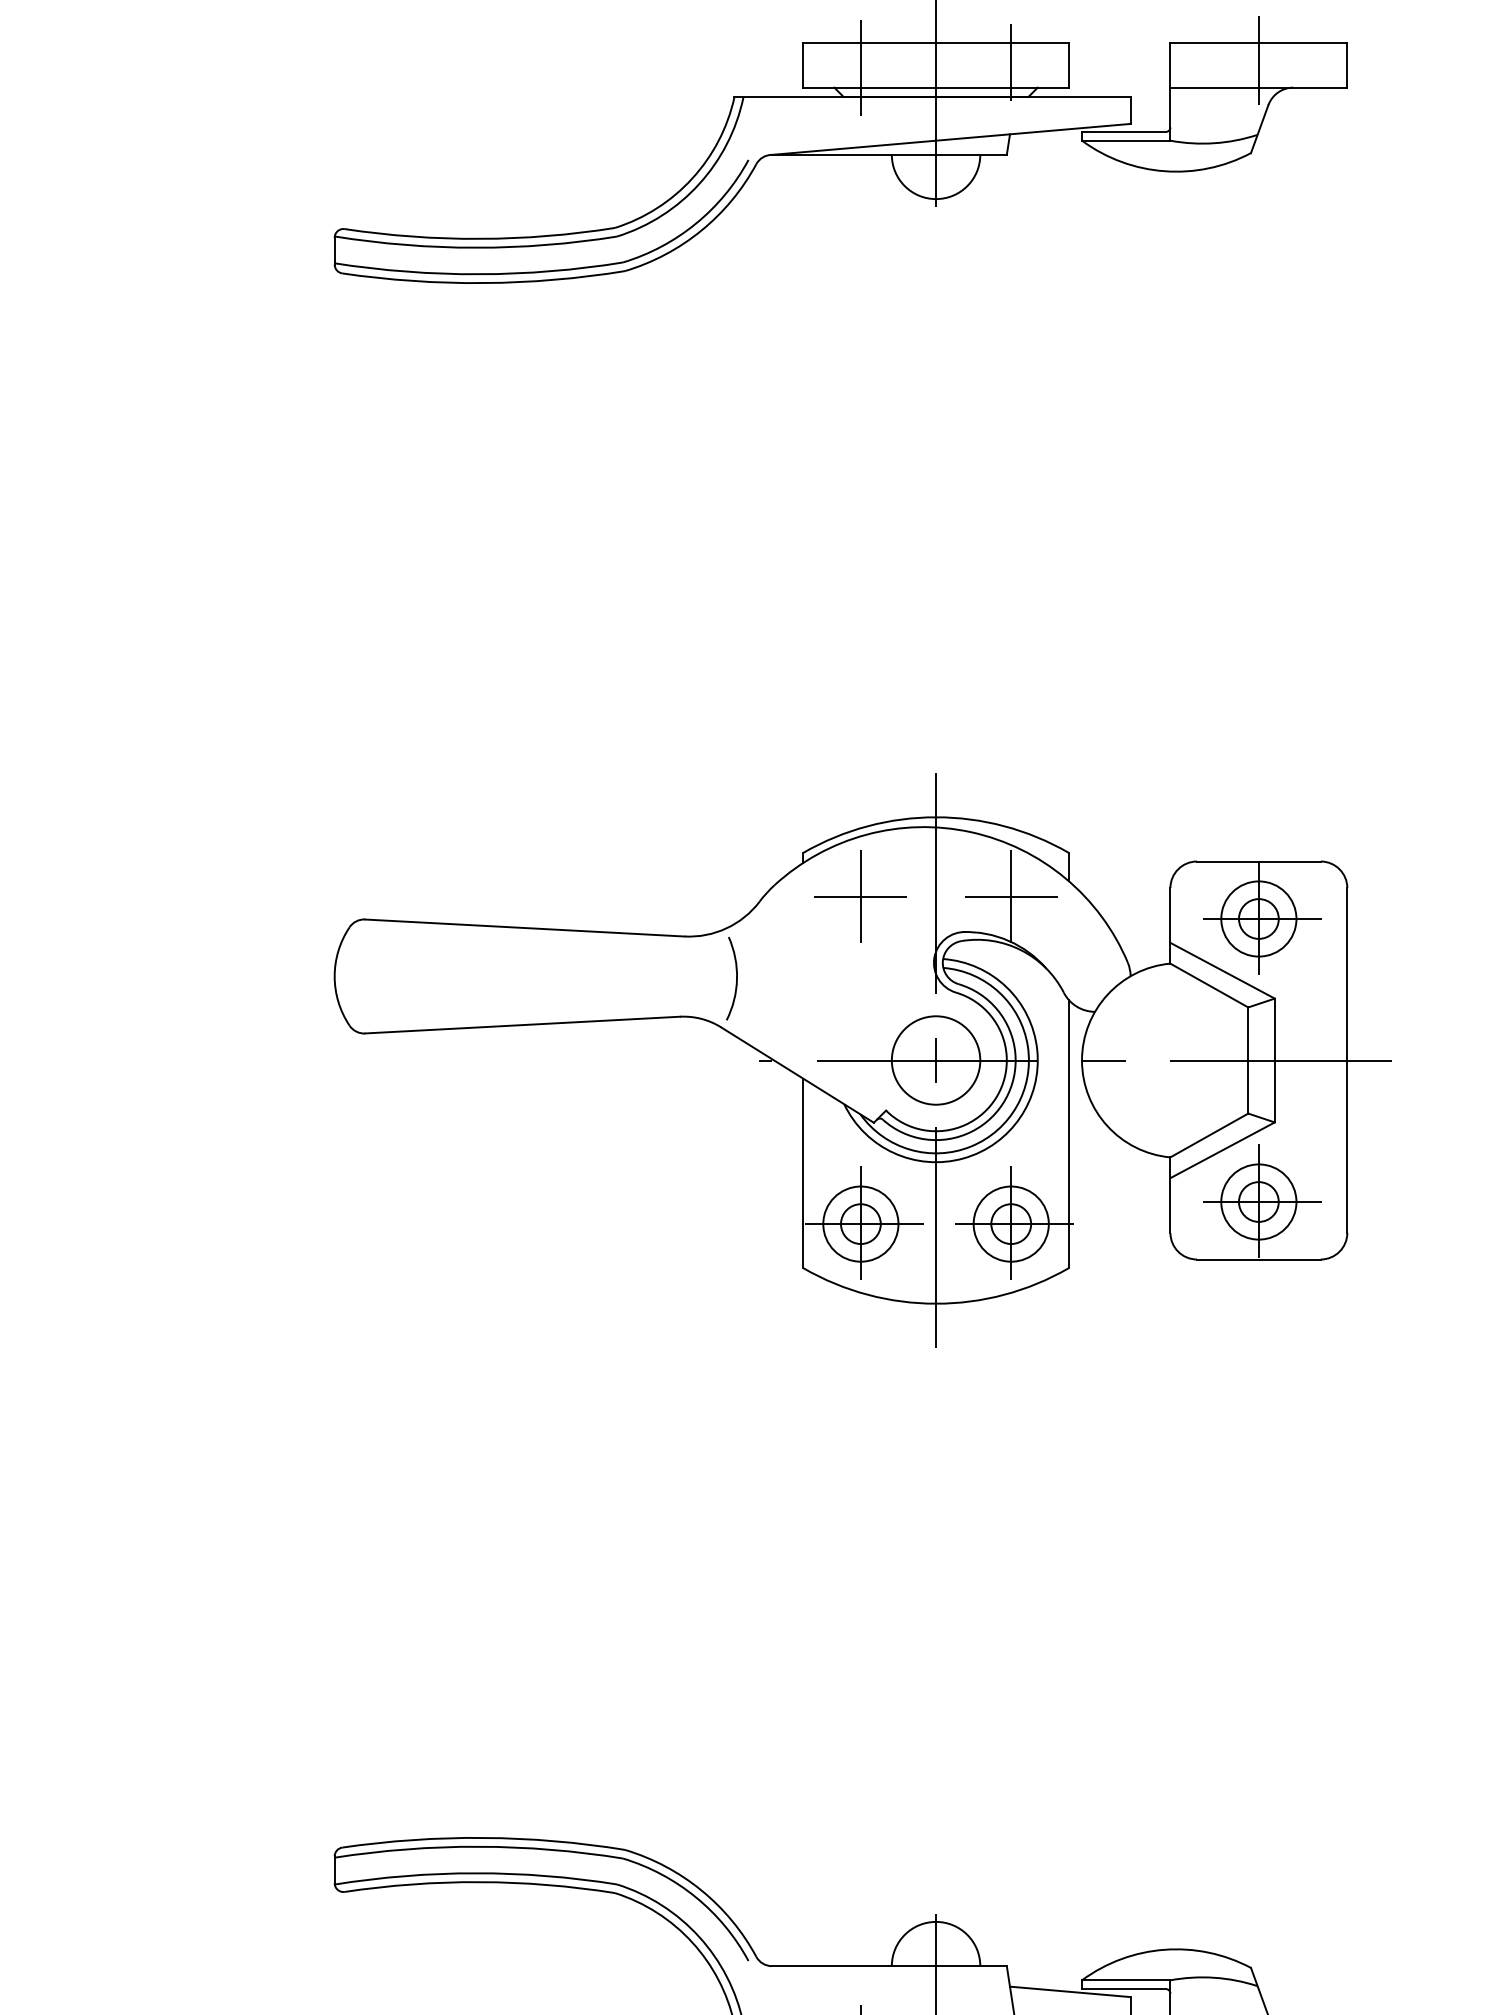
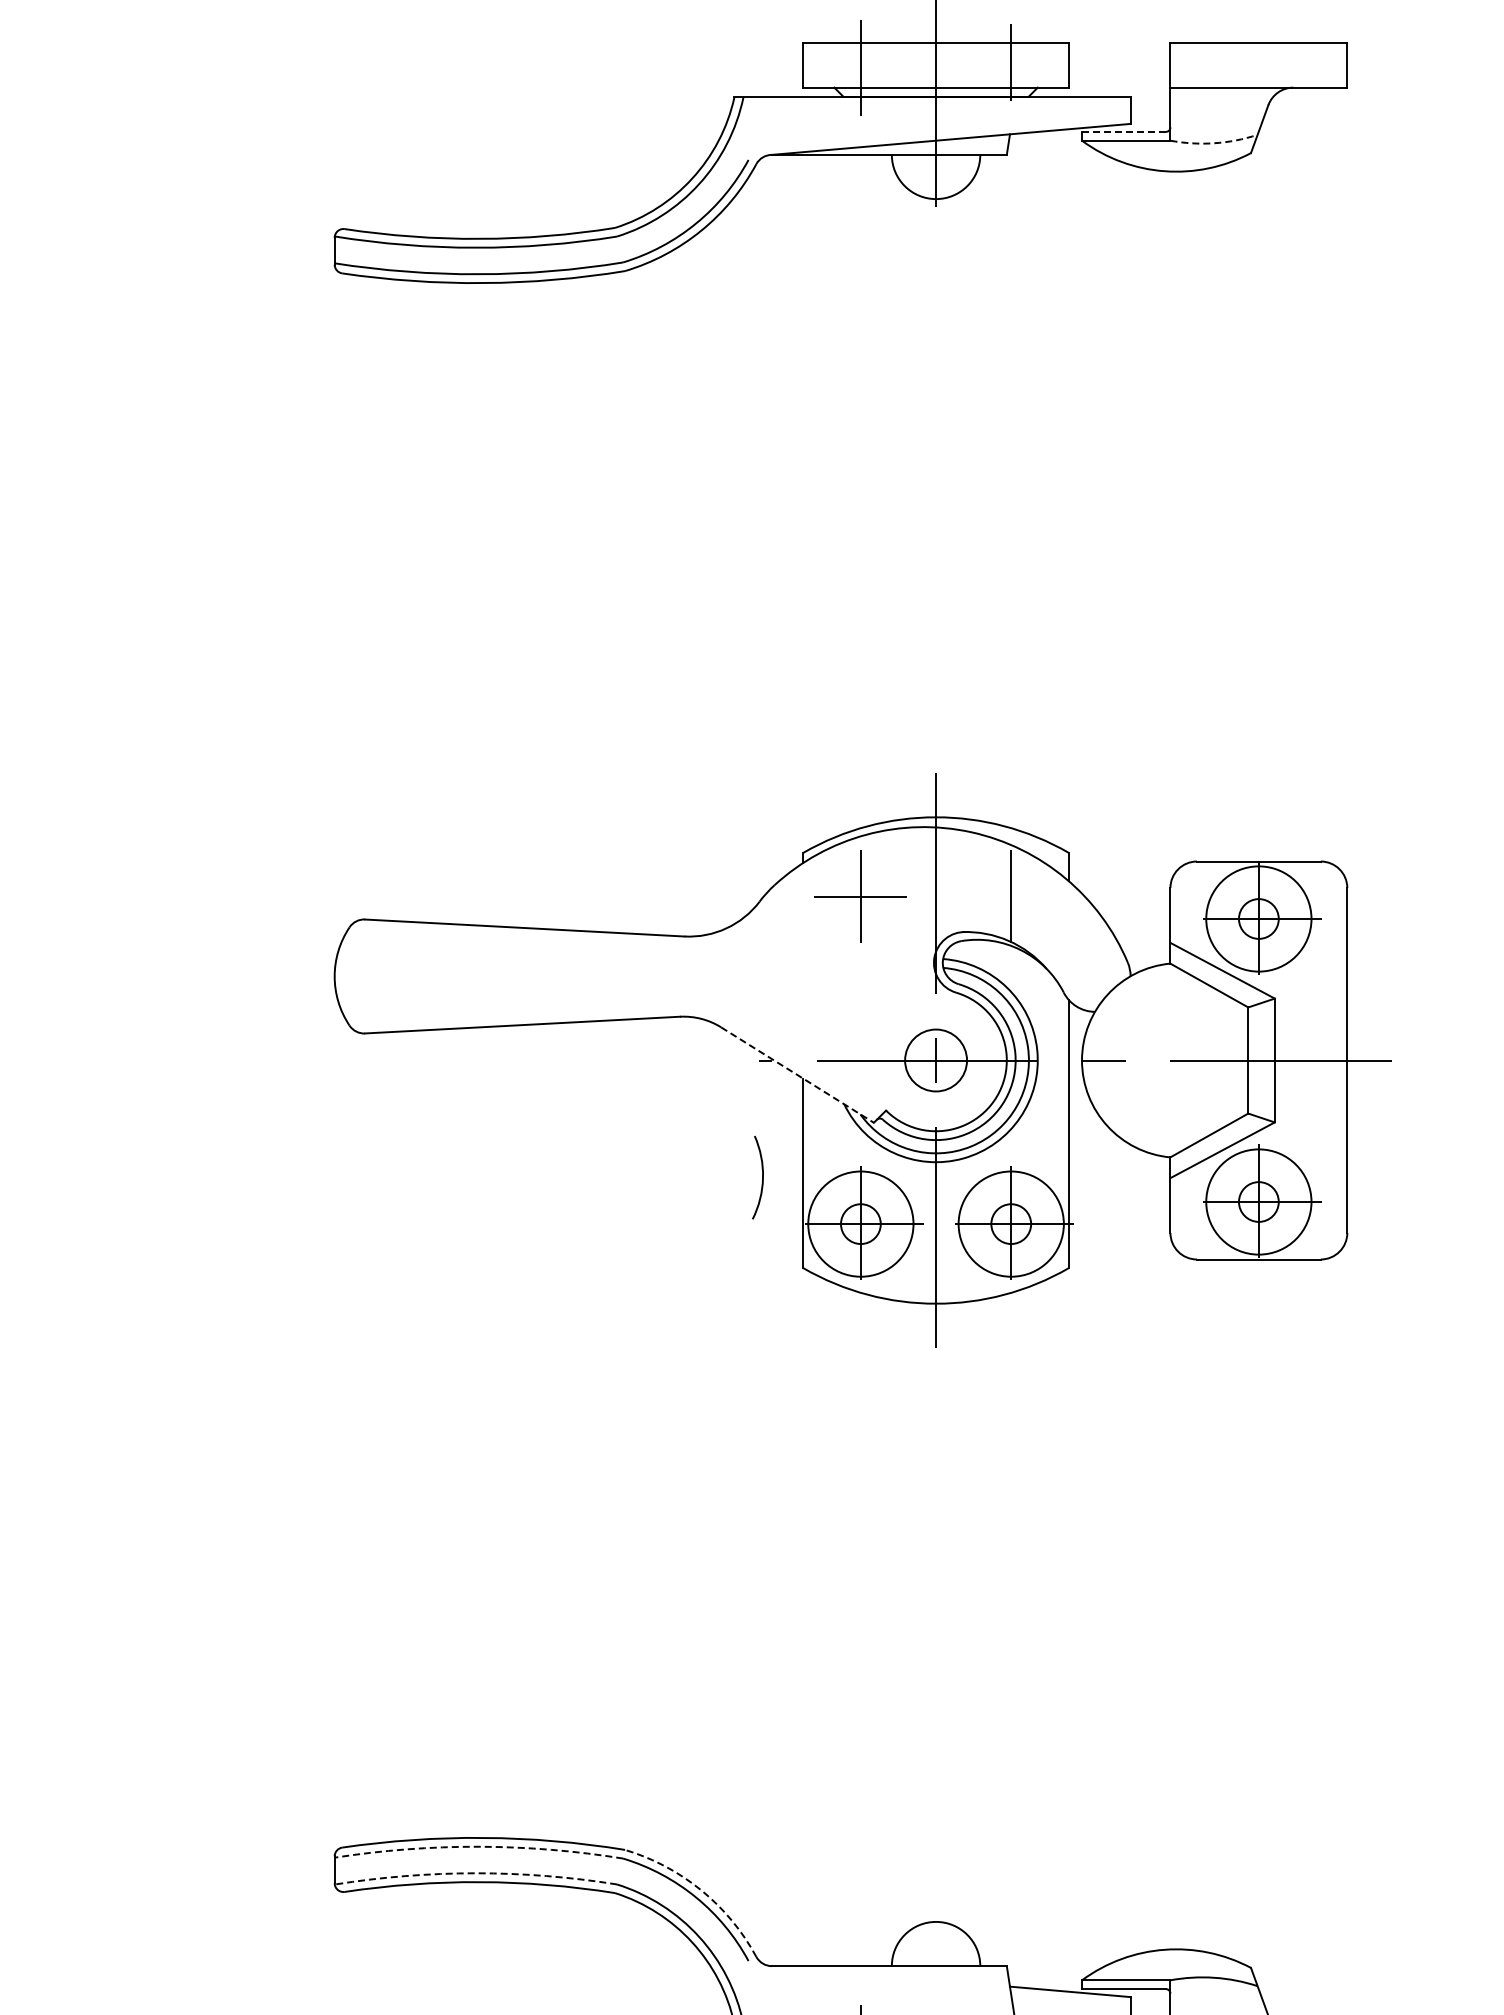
line at (1258, 60): present -> none
line at (1124, 131): solid -> dashed
arc at (1214, 143): solid -> dashed
line at (1010, 896): present -> none
circle at (1258, 918) diameter: 75 px -> 105 px
arc at (736, 978) position: (736, 978) -> (762, 1177)
circle at (935, 1060) diameter: 88 px -> 62 px
line at (797, 1075): solid -> dashed
circle at (1258, 1201) diameter: 75 px -> 105 px
circle at (860, 1223) diameter: 75 px -> 105 px
circle at (1010, 1223) diameter: 75 px -> 105 px
arc at (478, 1846): solid -> dashed
arc at (475, 1873): solid -> dashed
arc at (701, 1890): solid -> dashed
line at (936, 1962): present -> none
